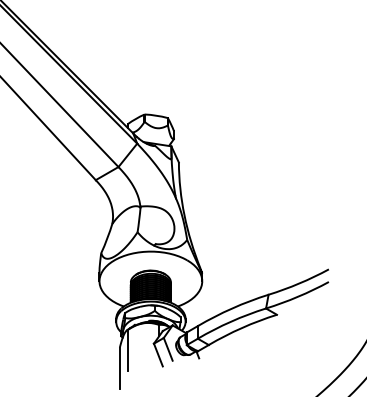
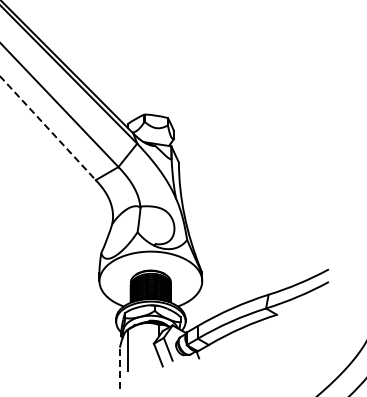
line at (48, 128): solid -> dashed
line at (119, 368): solid -> dashed
